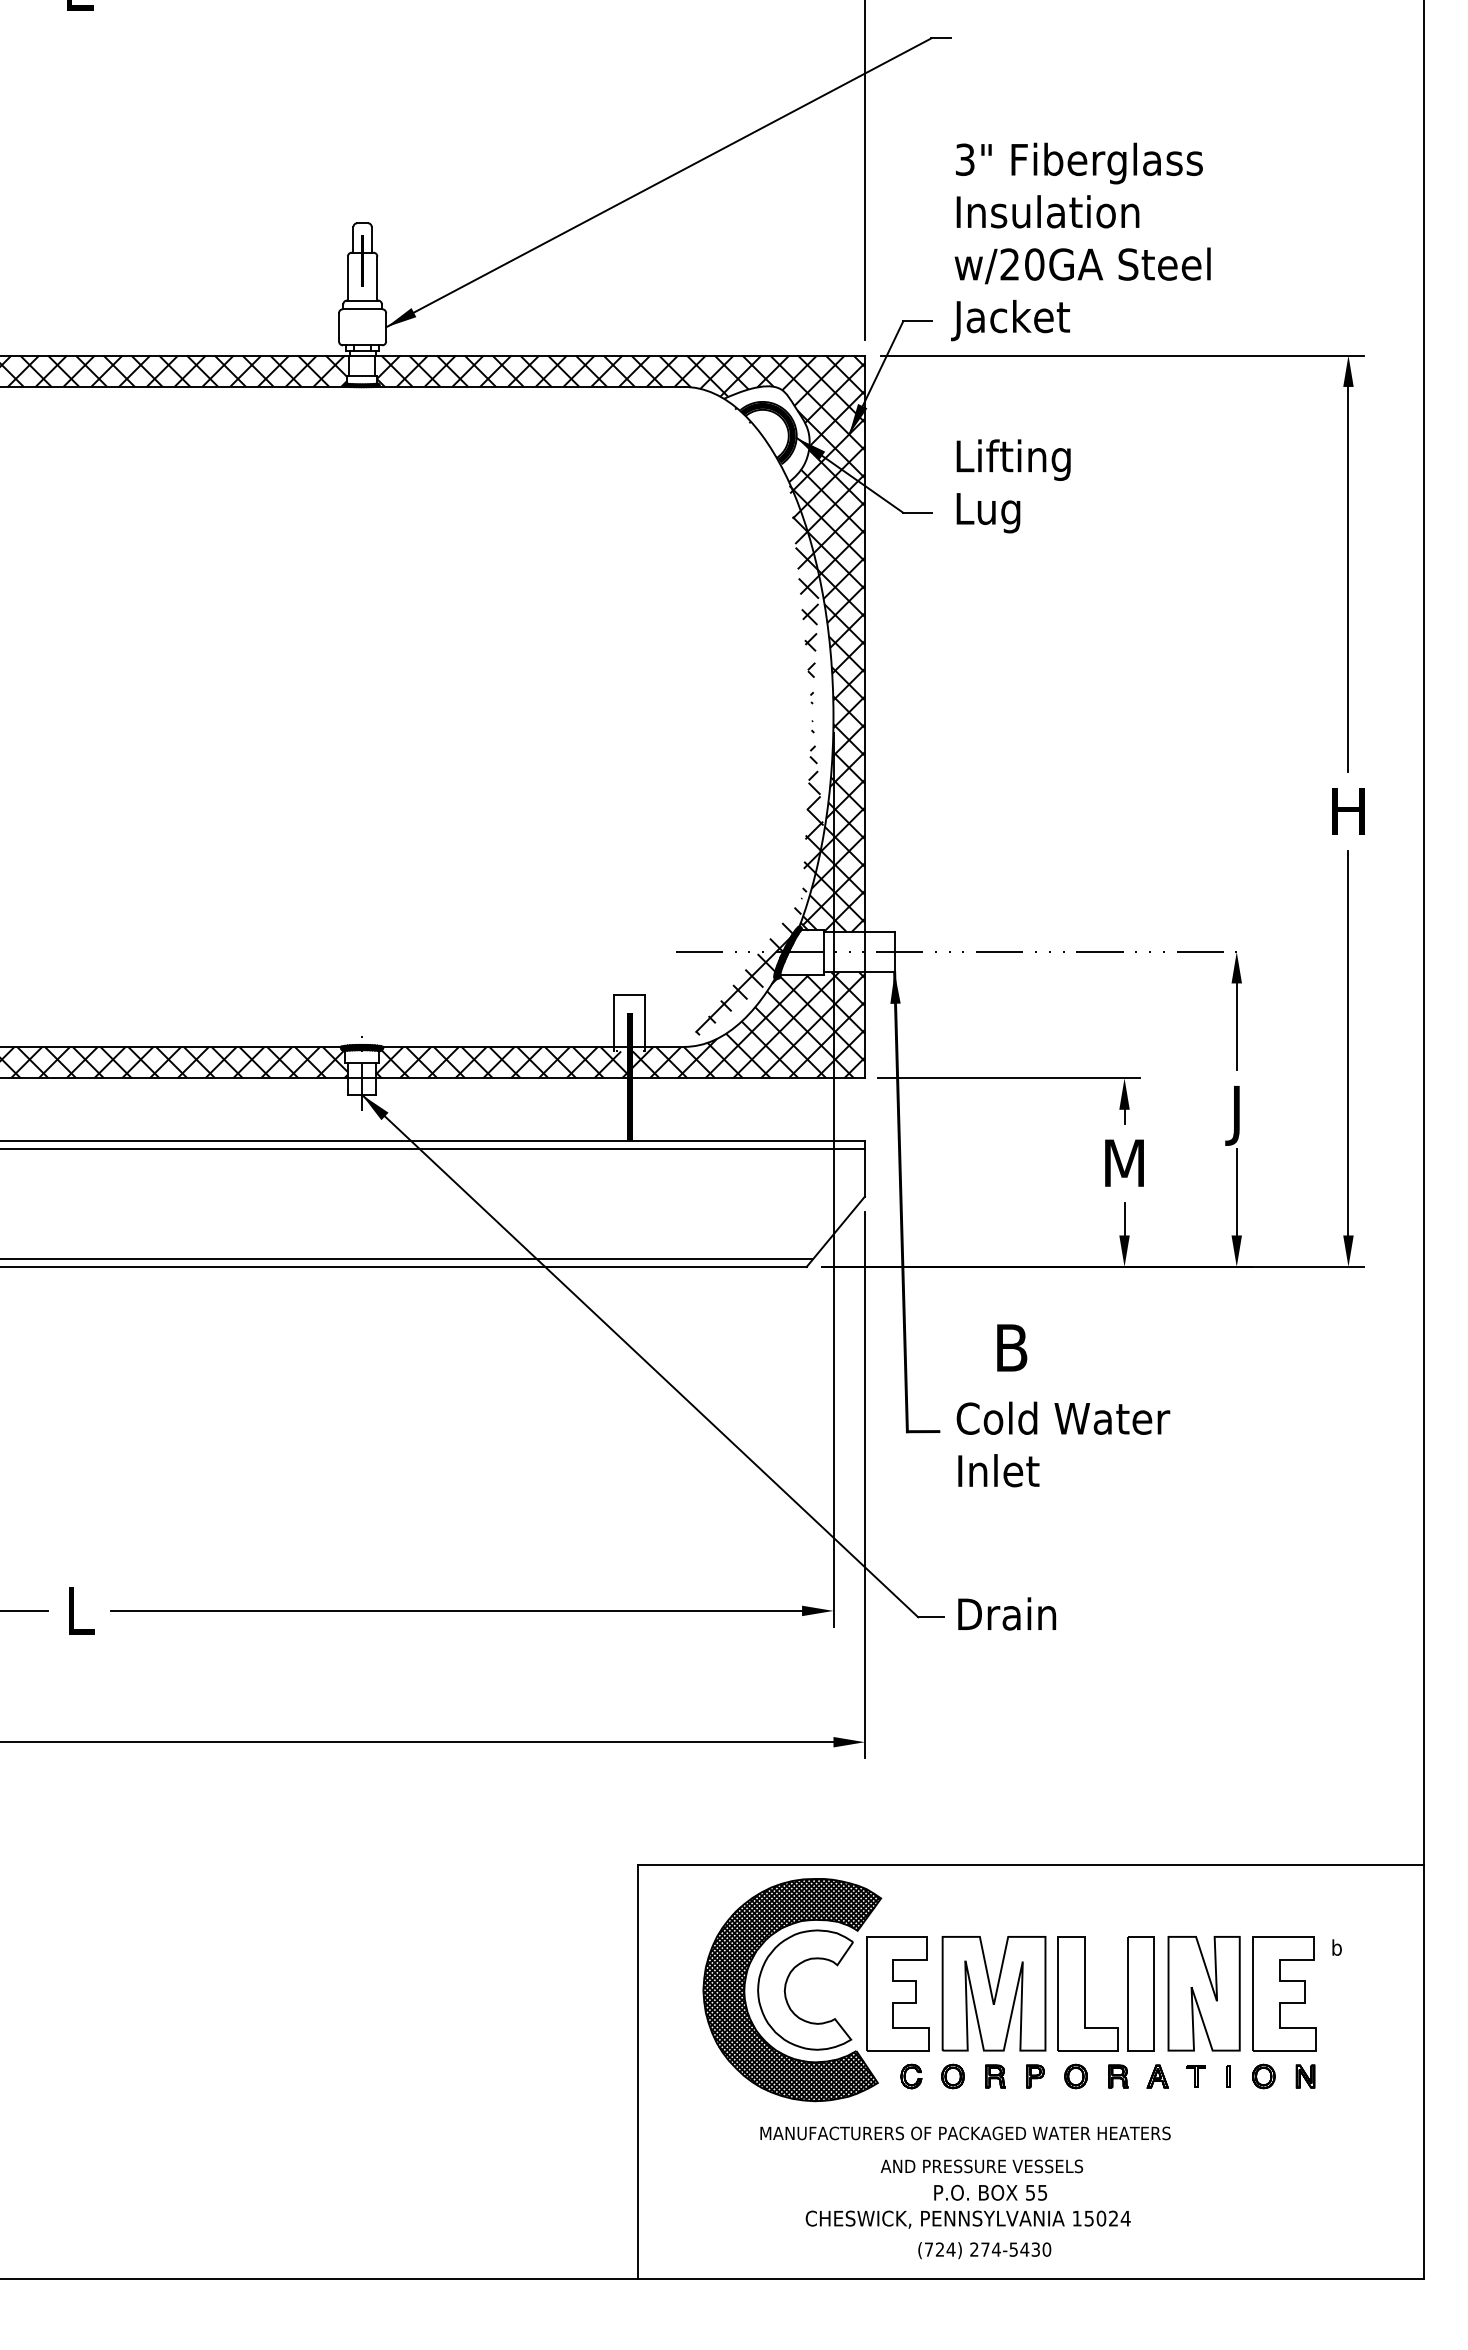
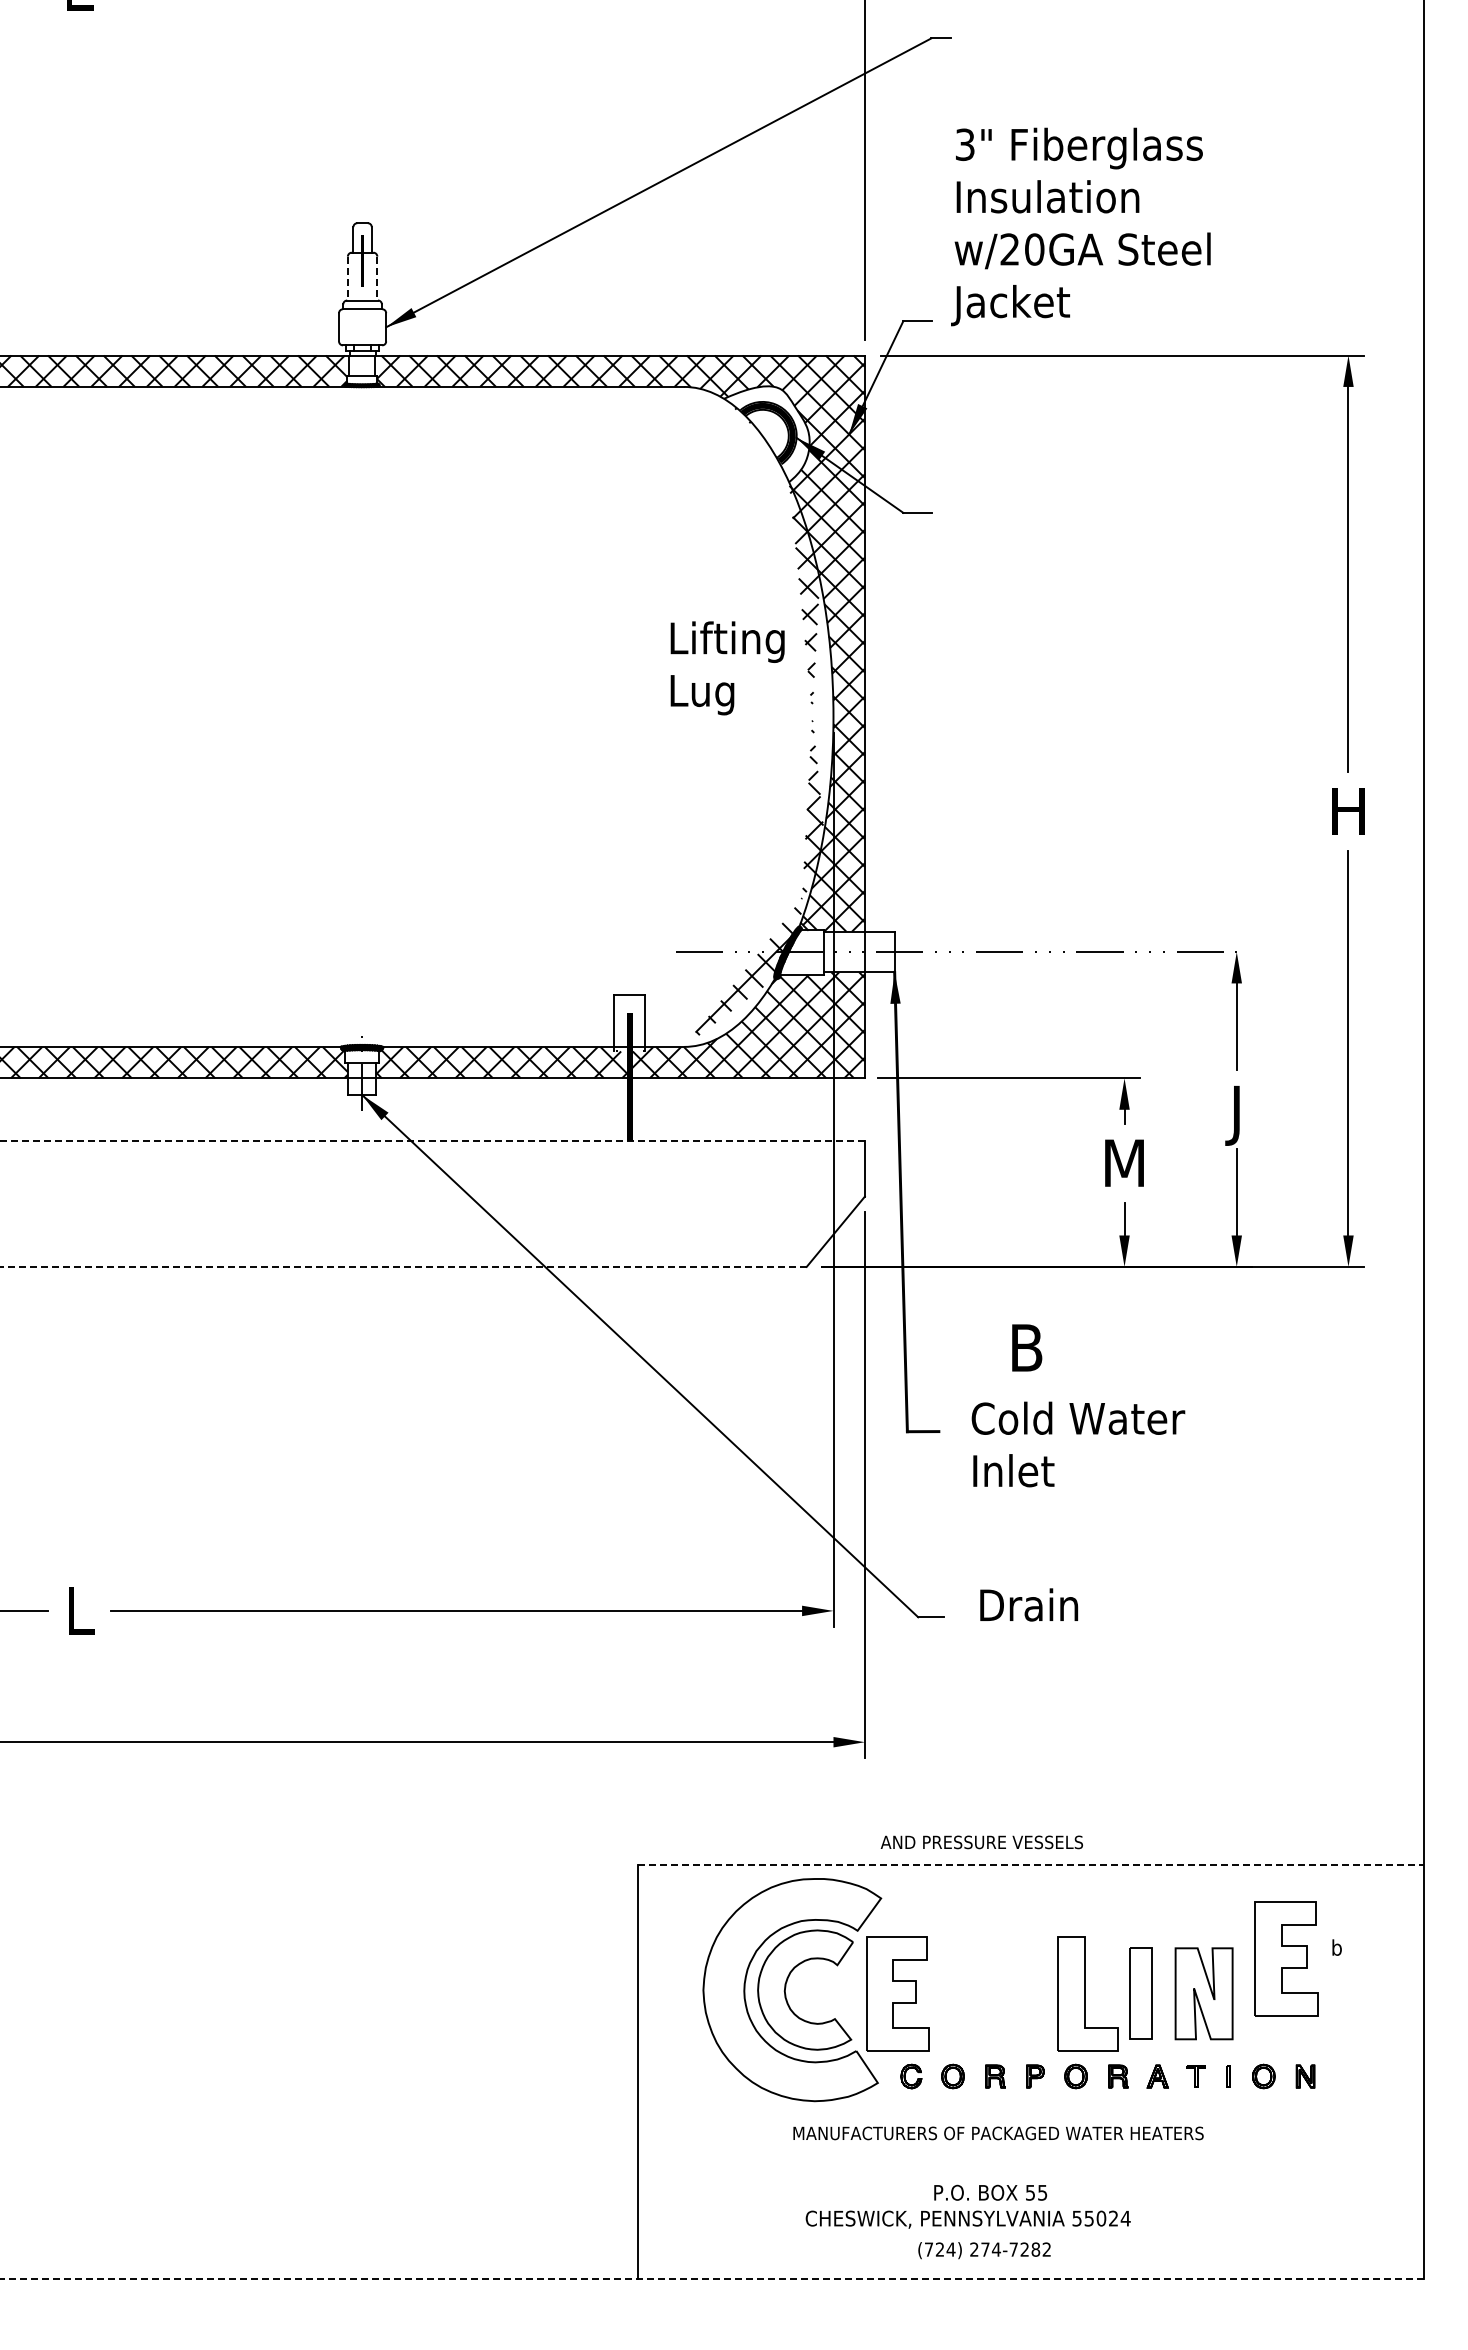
text at (1080, 241) position: (1080, 241) -> (1080, 226)
line at (347, 278): solid -> dashed
line at (377, 278): solid -> dashed
text at (1013, 486) position: (1013, 486) -> (727, 668)
line at (432, 1141): solid -> dashed
line at (433, 1149): present -> none
line at (407, 1259): present -> none
line at (403, 1266): solid -> dashed
text at (1063, 1405) position: (1063, 1405) -> (1078, 1405)
text at (1007, 1613) position: (1007, 1613) -> (1029, 1604)
line at (1030, 1864): solid -> dashed
hatch at (791, 1990): present -> none
part at (993, 1993): present -> none
part at (1140, 1993) size: 28x116 px -> 24x93 px
part at (1203, 1993) size: 74x116 px -> 60x94 px
part at (1284, 1993) position: (1284, 1993) -> (1286, 1958)
text at (965, 2133) position: (965, 2133) -> (998, 2133)
text at (981, 2166) position: (981, 2166) -> (981, 1842)
text at (1076, 2218): 15024 -> 55024
text at (1030, 2249): 274-5430 -> 274-7282
line at (711, 2279): solid -> dashed
